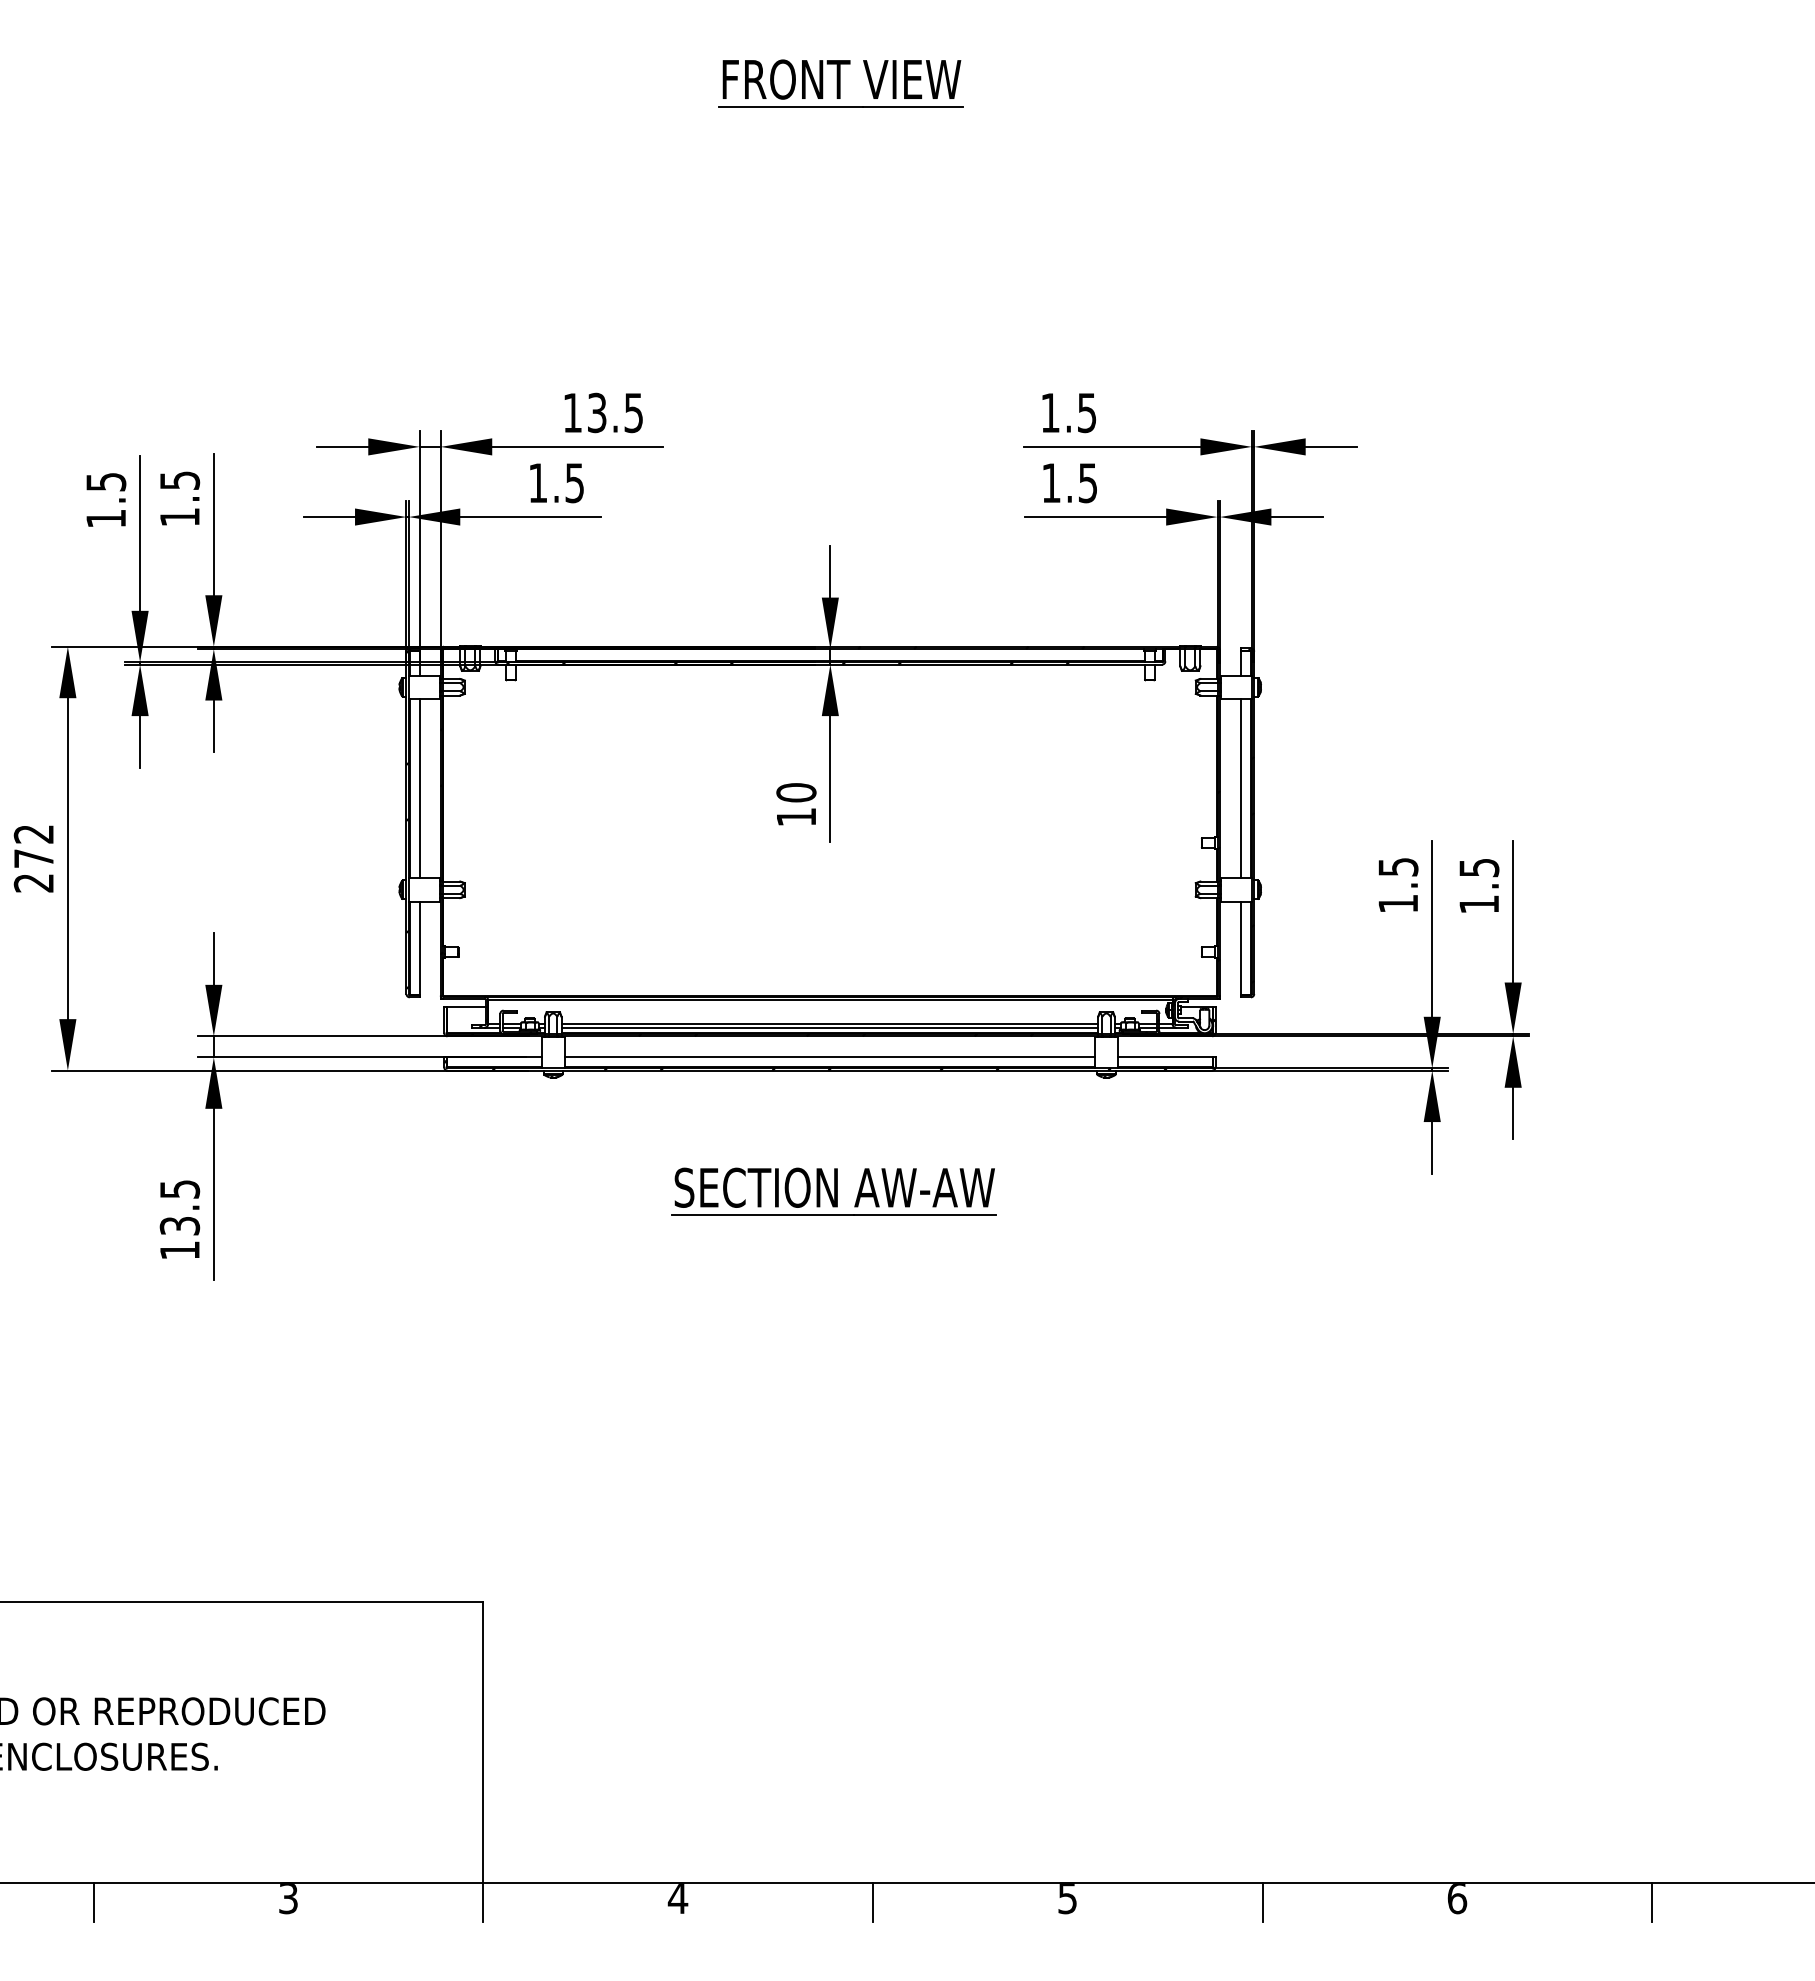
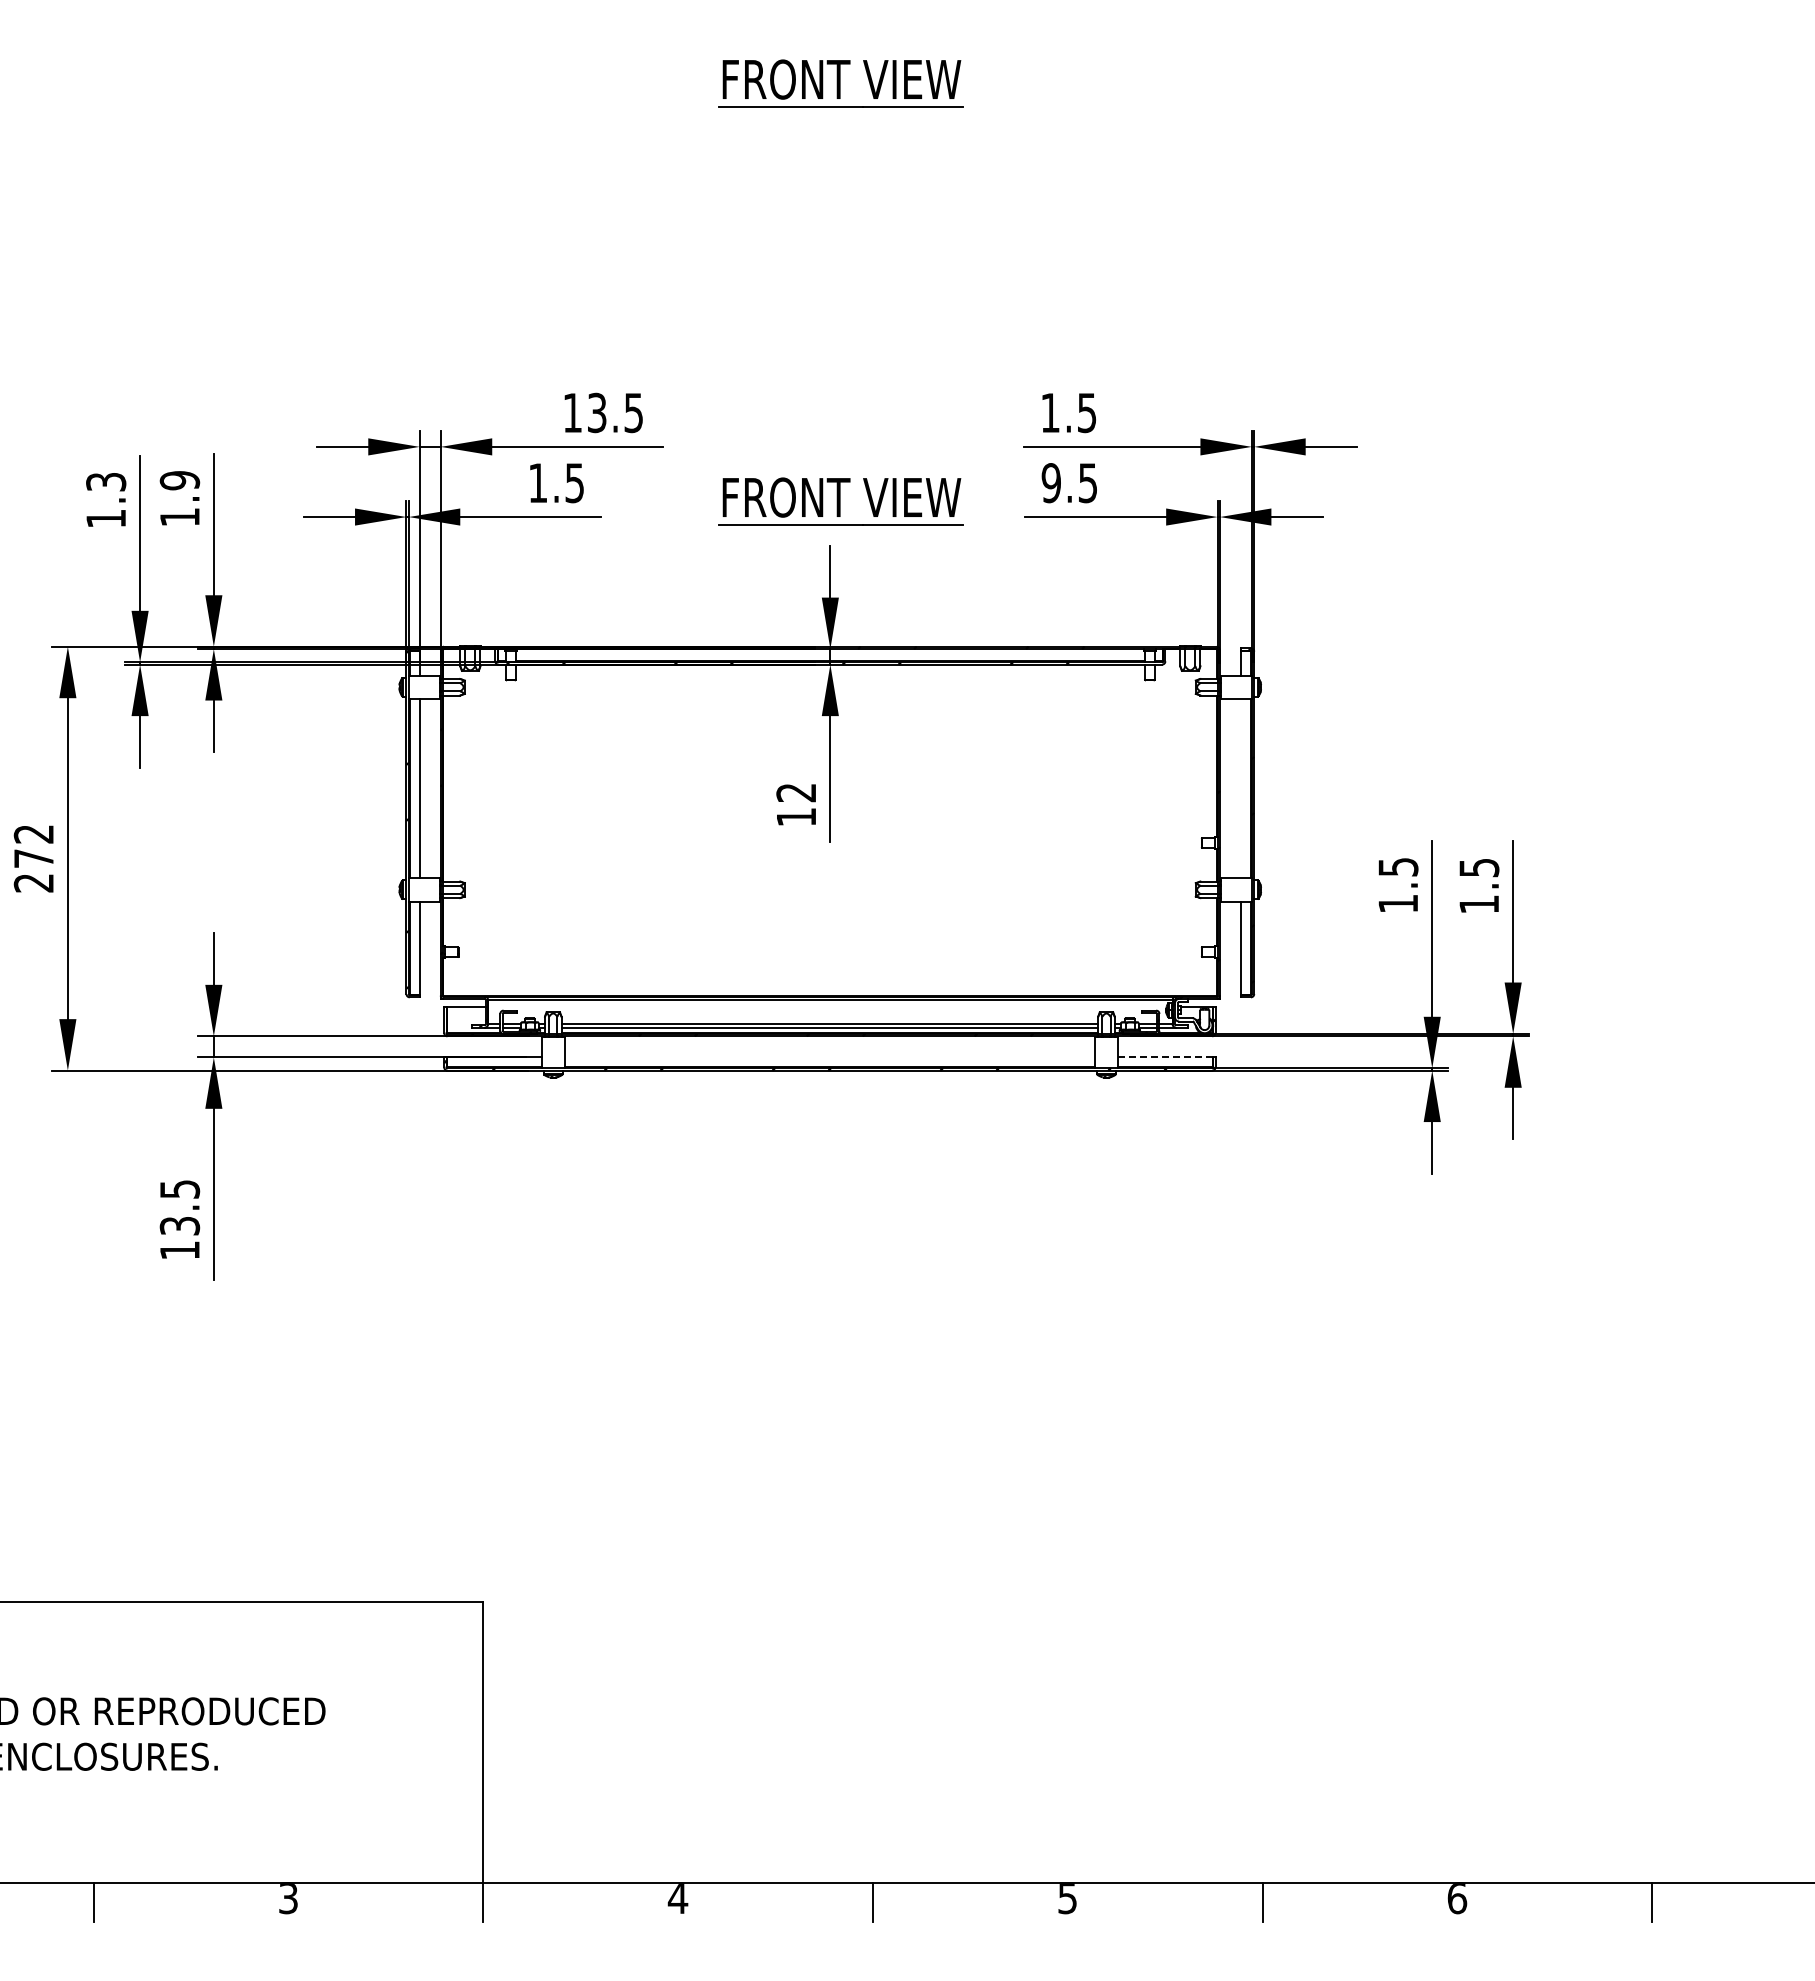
text at (179, 480): 1.5 -> 1.9
text at (105, 481): 1.5 -> 1.3
text at (1050, 483): 1.5 -> 9.5
part at (840, 501): none -> present
line at (1240, 788): present -> none
text at (796, 792): 10 -> 12
line at (829, 1057): present -> none
line at (1165, 1057): solid -> dashed
part at (833, 1191): present -> none
